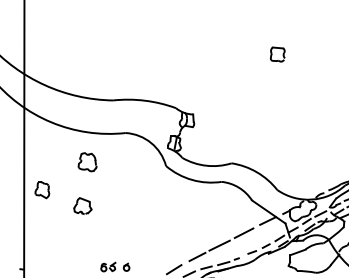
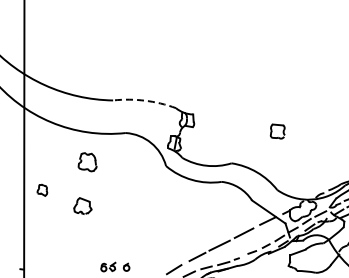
part at (277, 54) position: (277, 54) -> (277, 131)
arc at (145, 100): solid -> dashed
part at (42, 190) size: 17x19 px -> 13x14 px
